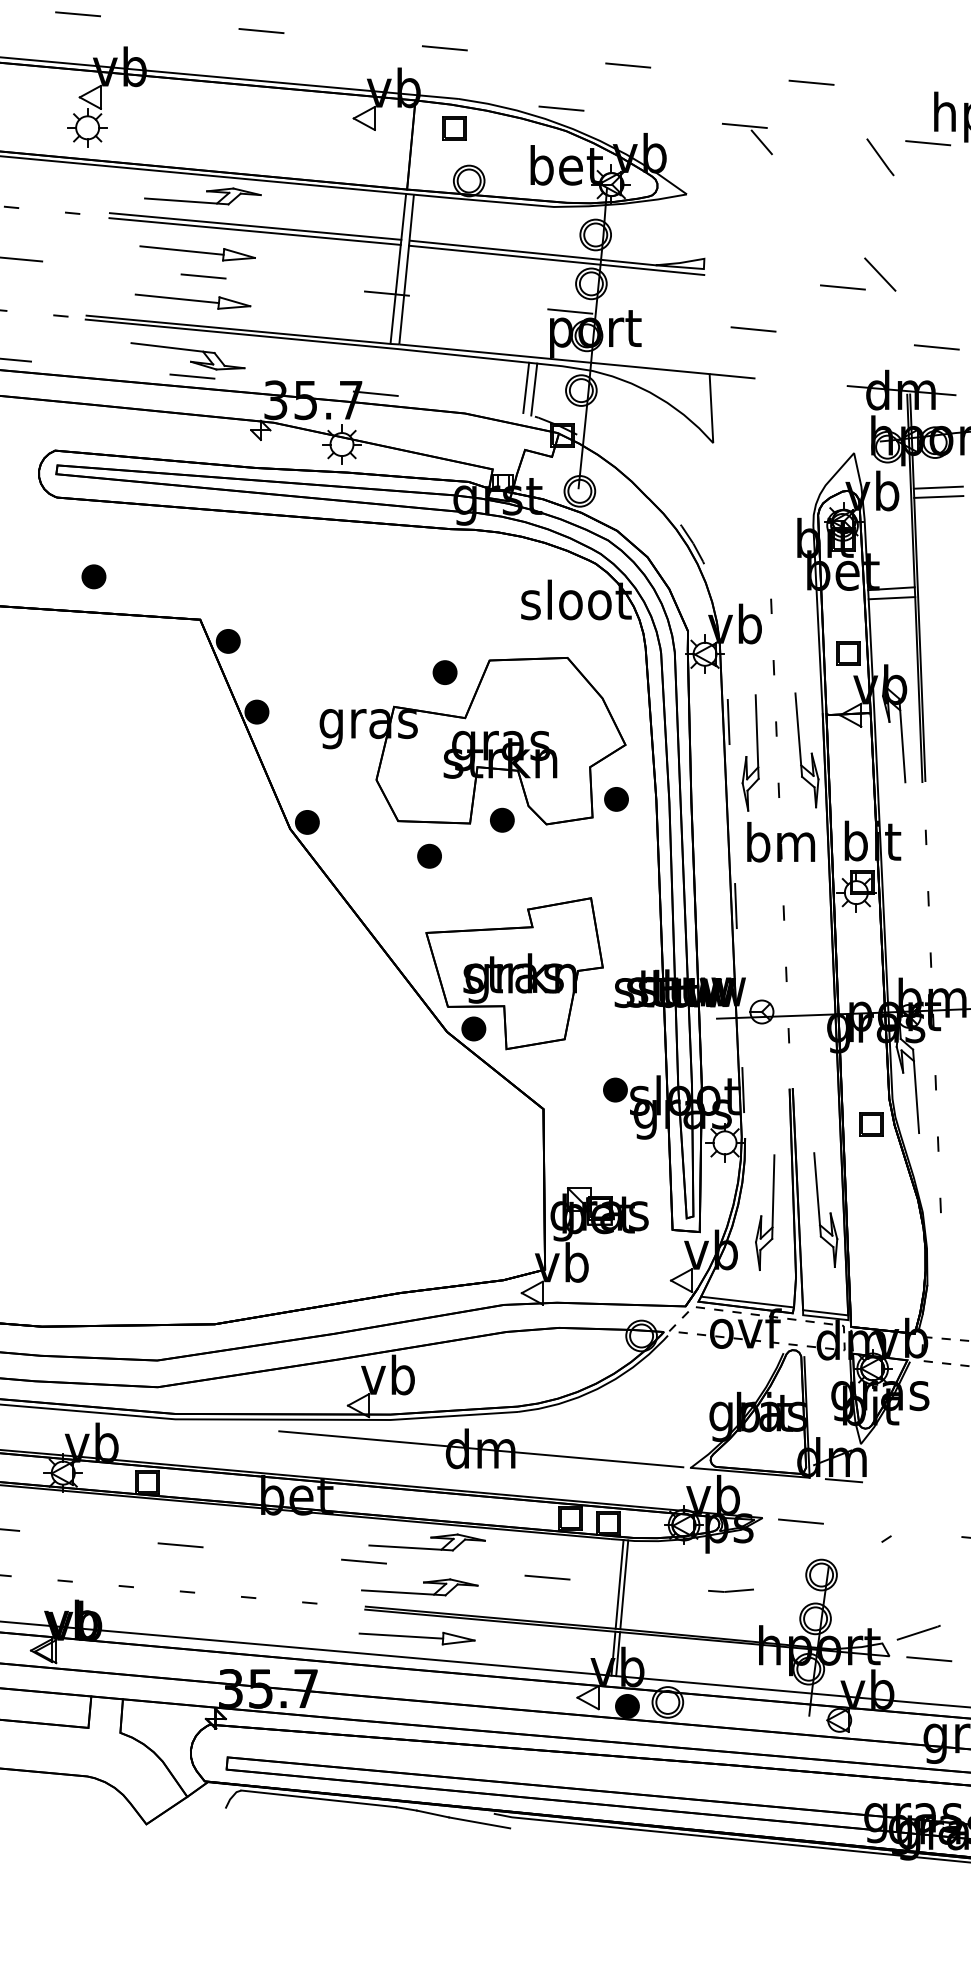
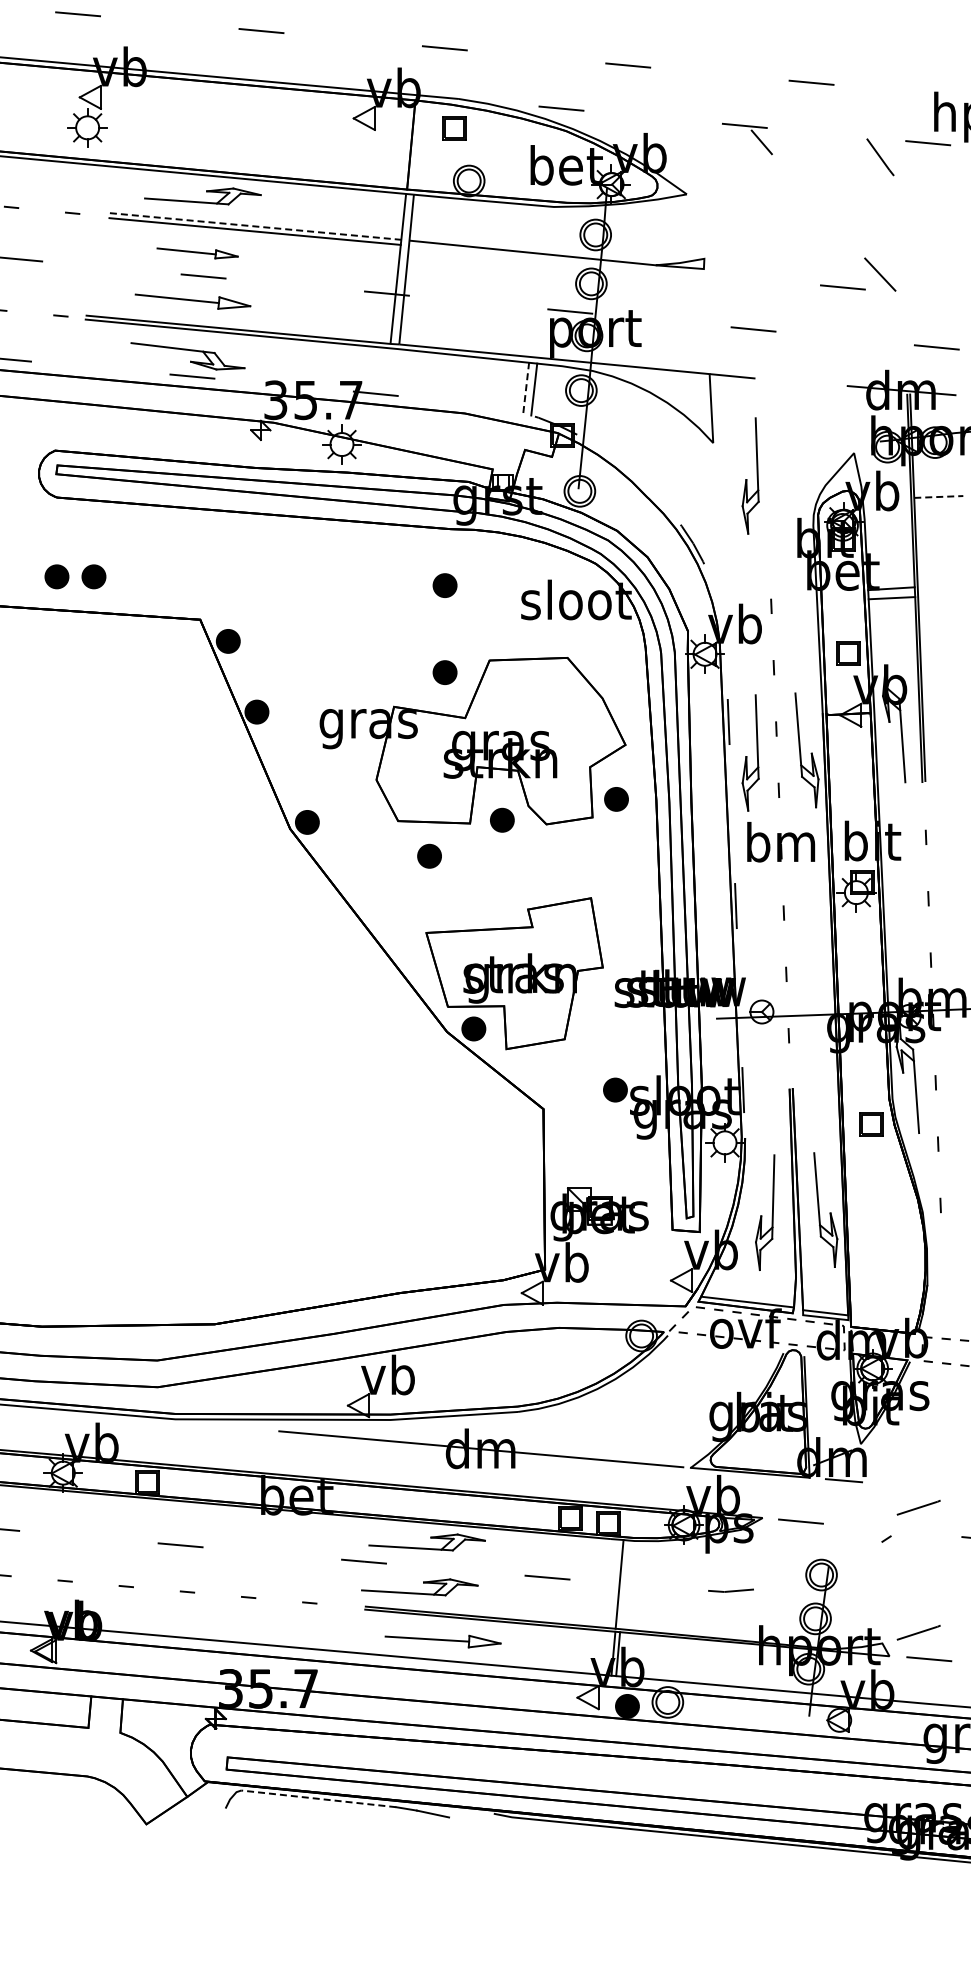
line at (256, 226): solid -> dashed
part at (197, 253) size: 117x17 px -> 83x13 px
line at (556, 260): present -> none
line at (526, 387): solid -> dashed
part at (750, 475): none -> present
line at (937, 487): present -> none
line at (938, 496): solid -> dashed
part at (56, 576): none -> present
part at (444, 585): none -> present
line at (918, 1507): none -> present
line at (624, 1584): present -> none
part at (416, 1638) position: (416, 1638) -> (442, 1641)
line at (318, 1798): solid -> dashed
line at (479, 1822): present -> none
